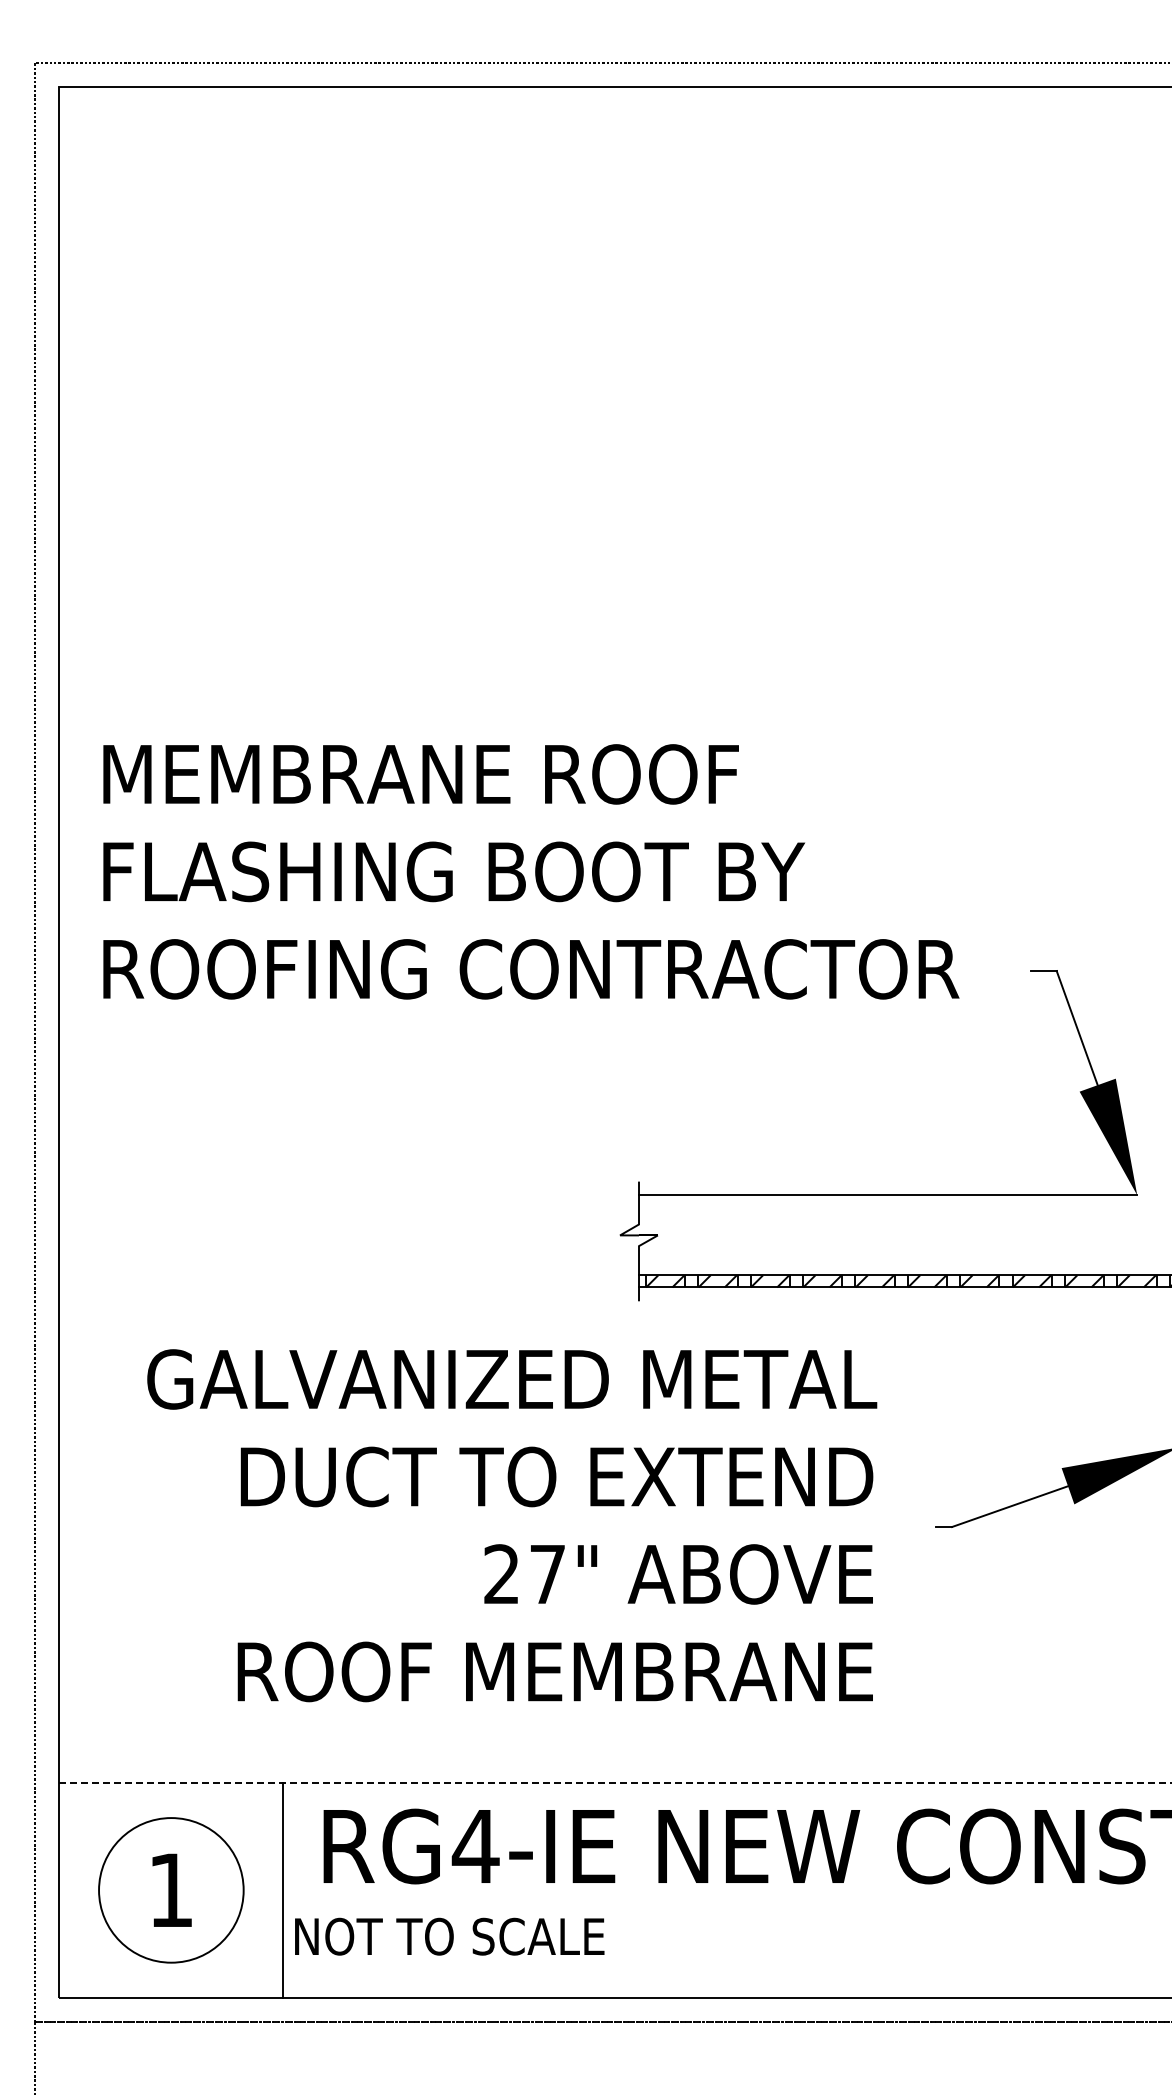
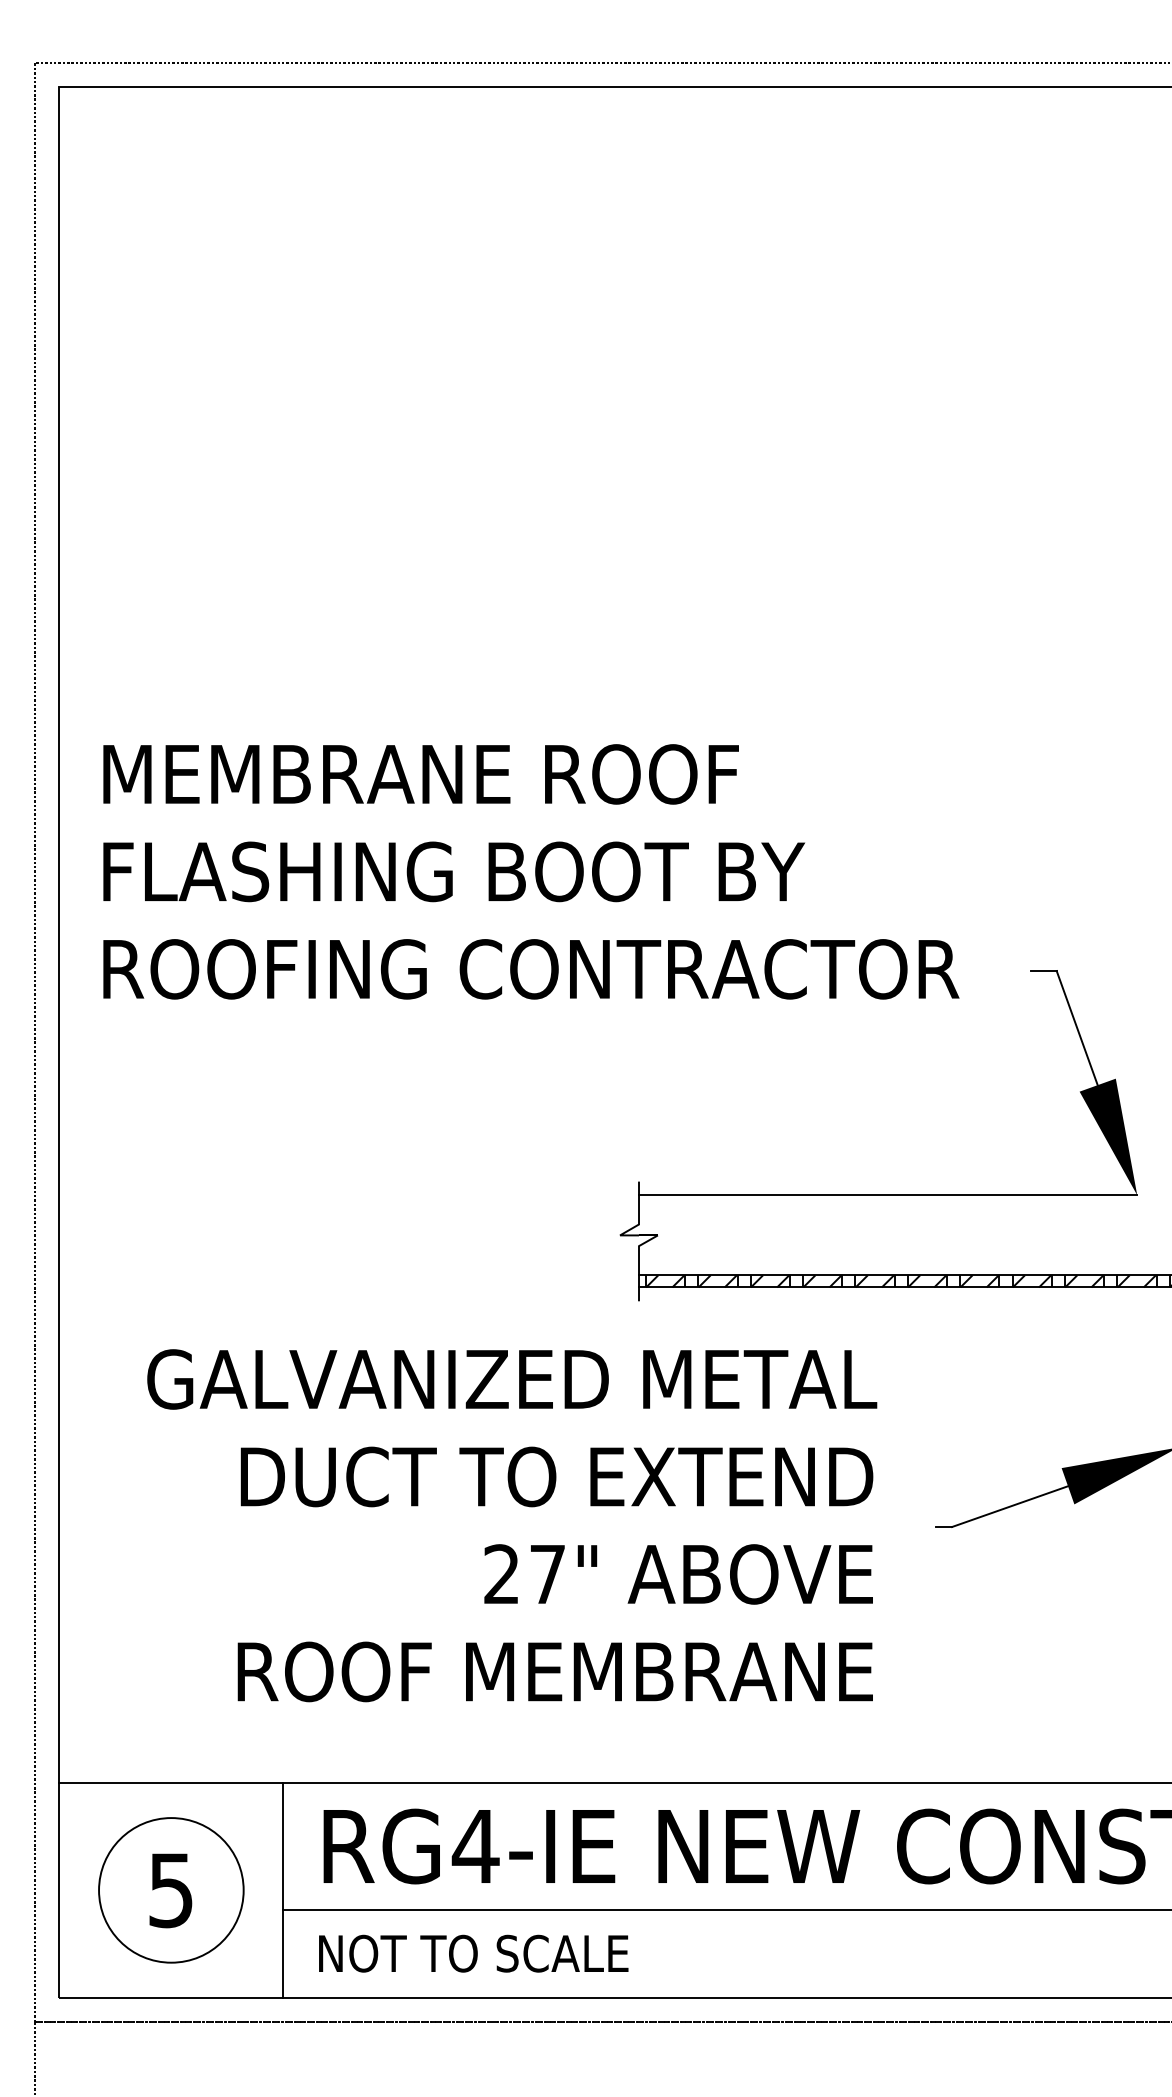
line at (615, 1783): dashed -> solid
text at (170, 1890): 1 -> 5
line at (725, 1909): none -> present
text at (449, 1936) position: (449, 1936) -> (473, 1953)
